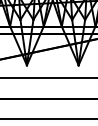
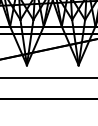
line at (48, 119): present -> none
